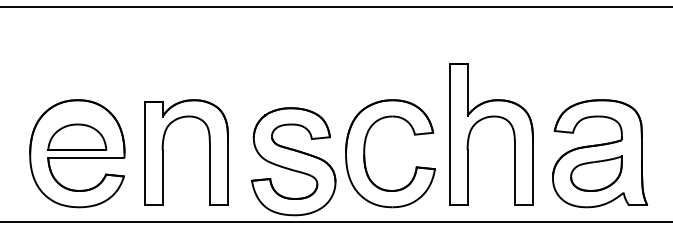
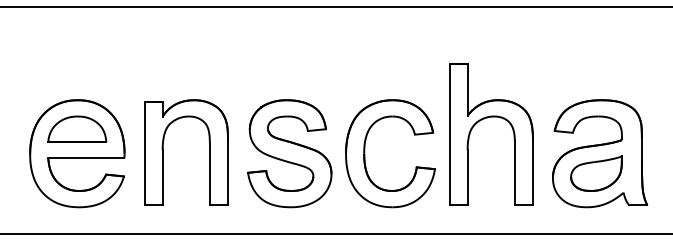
part at (77, 136) position: (77, 136) -> (77, 128)
part at (293, 161) position: (293, 161) -> (289, 153)
line at (335, 221) position: (335, 221) -> (335, 233)
